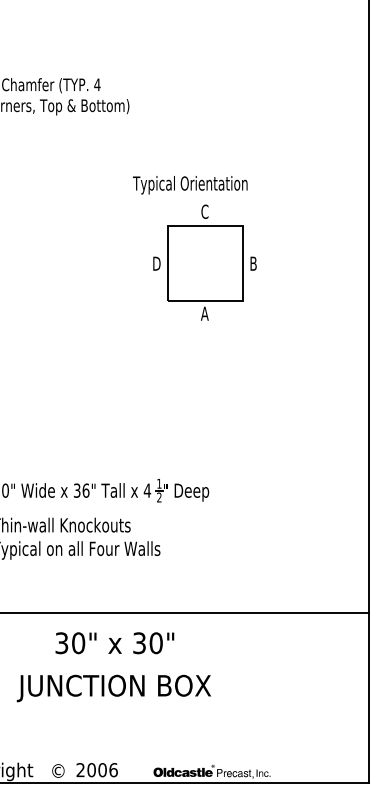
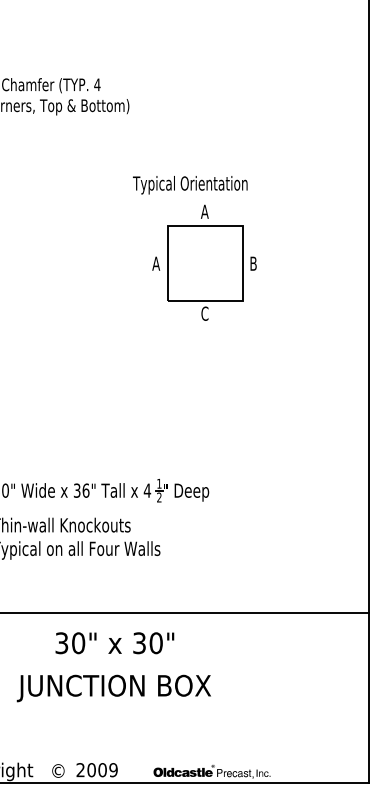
text at (204, 211): C -> A
text at (156, 263): D -> A
text at (204, 313): A -> C
text at (113, 770): 2006 -> 2009
